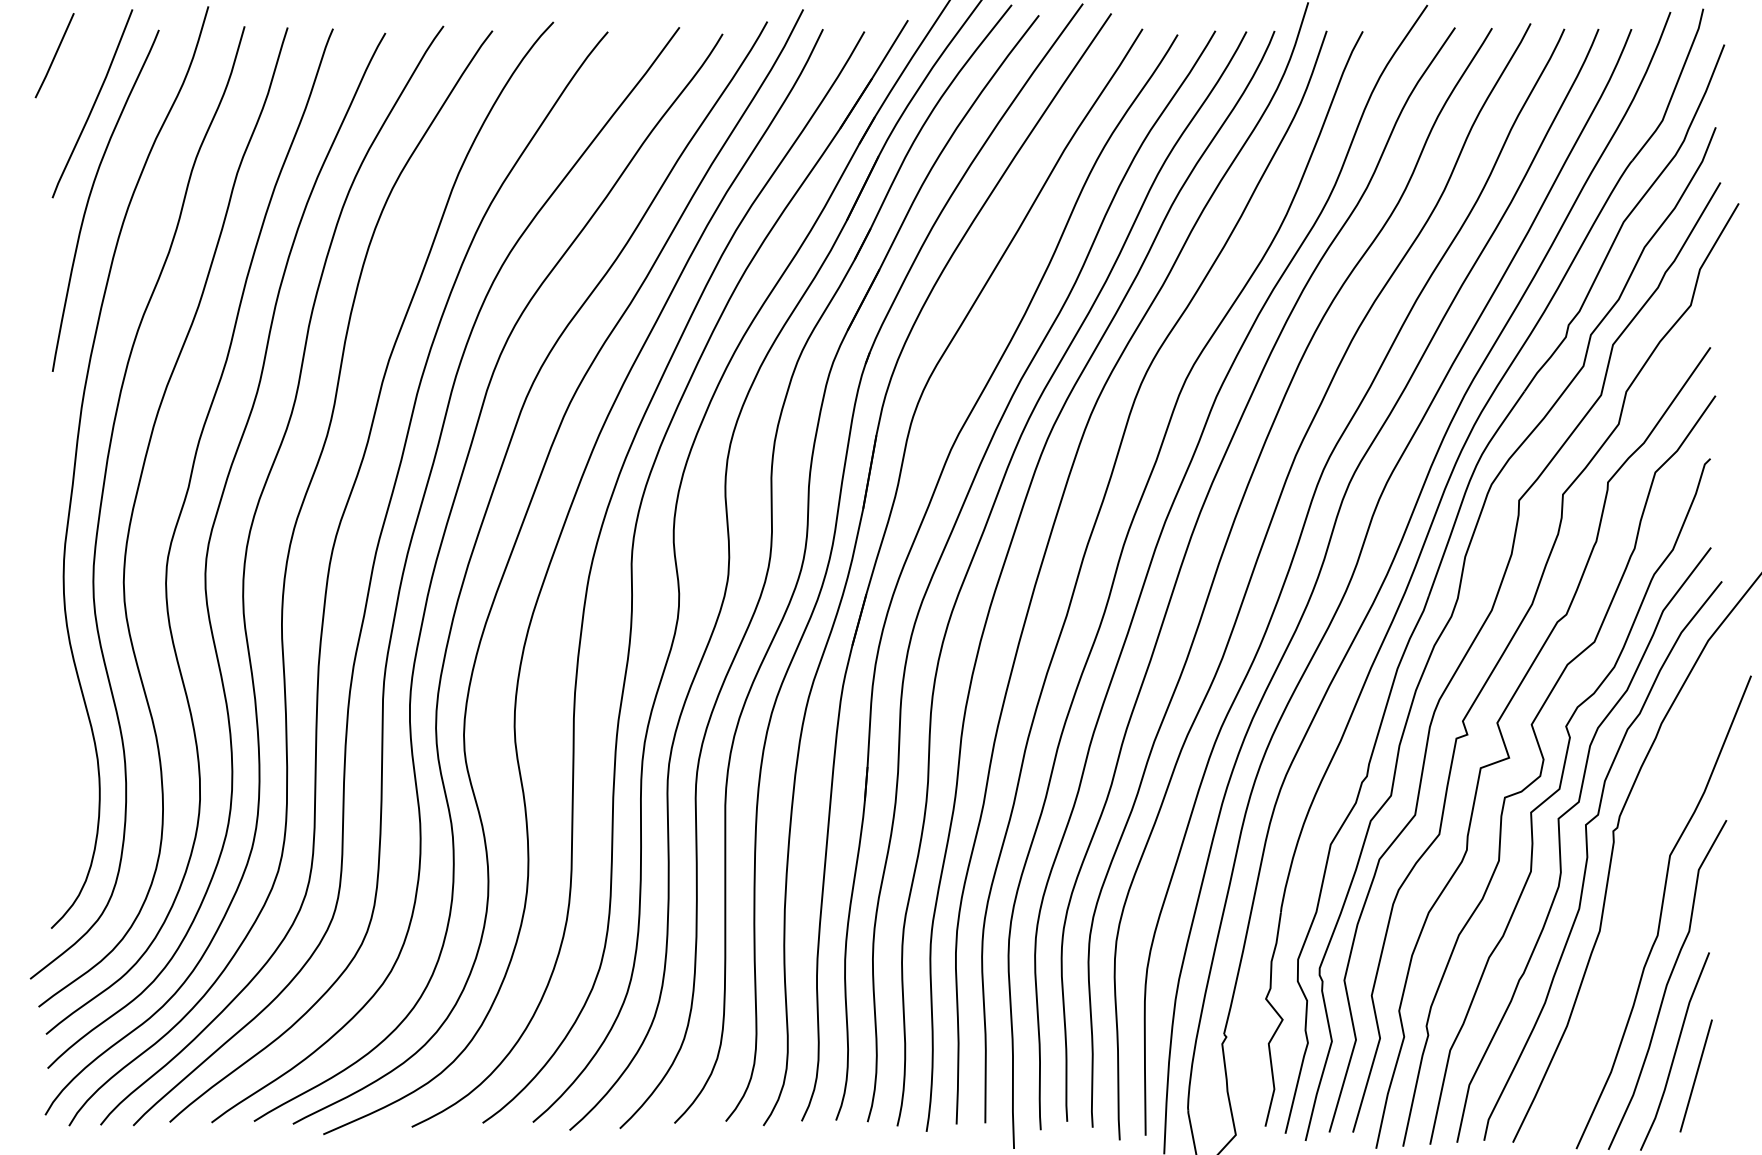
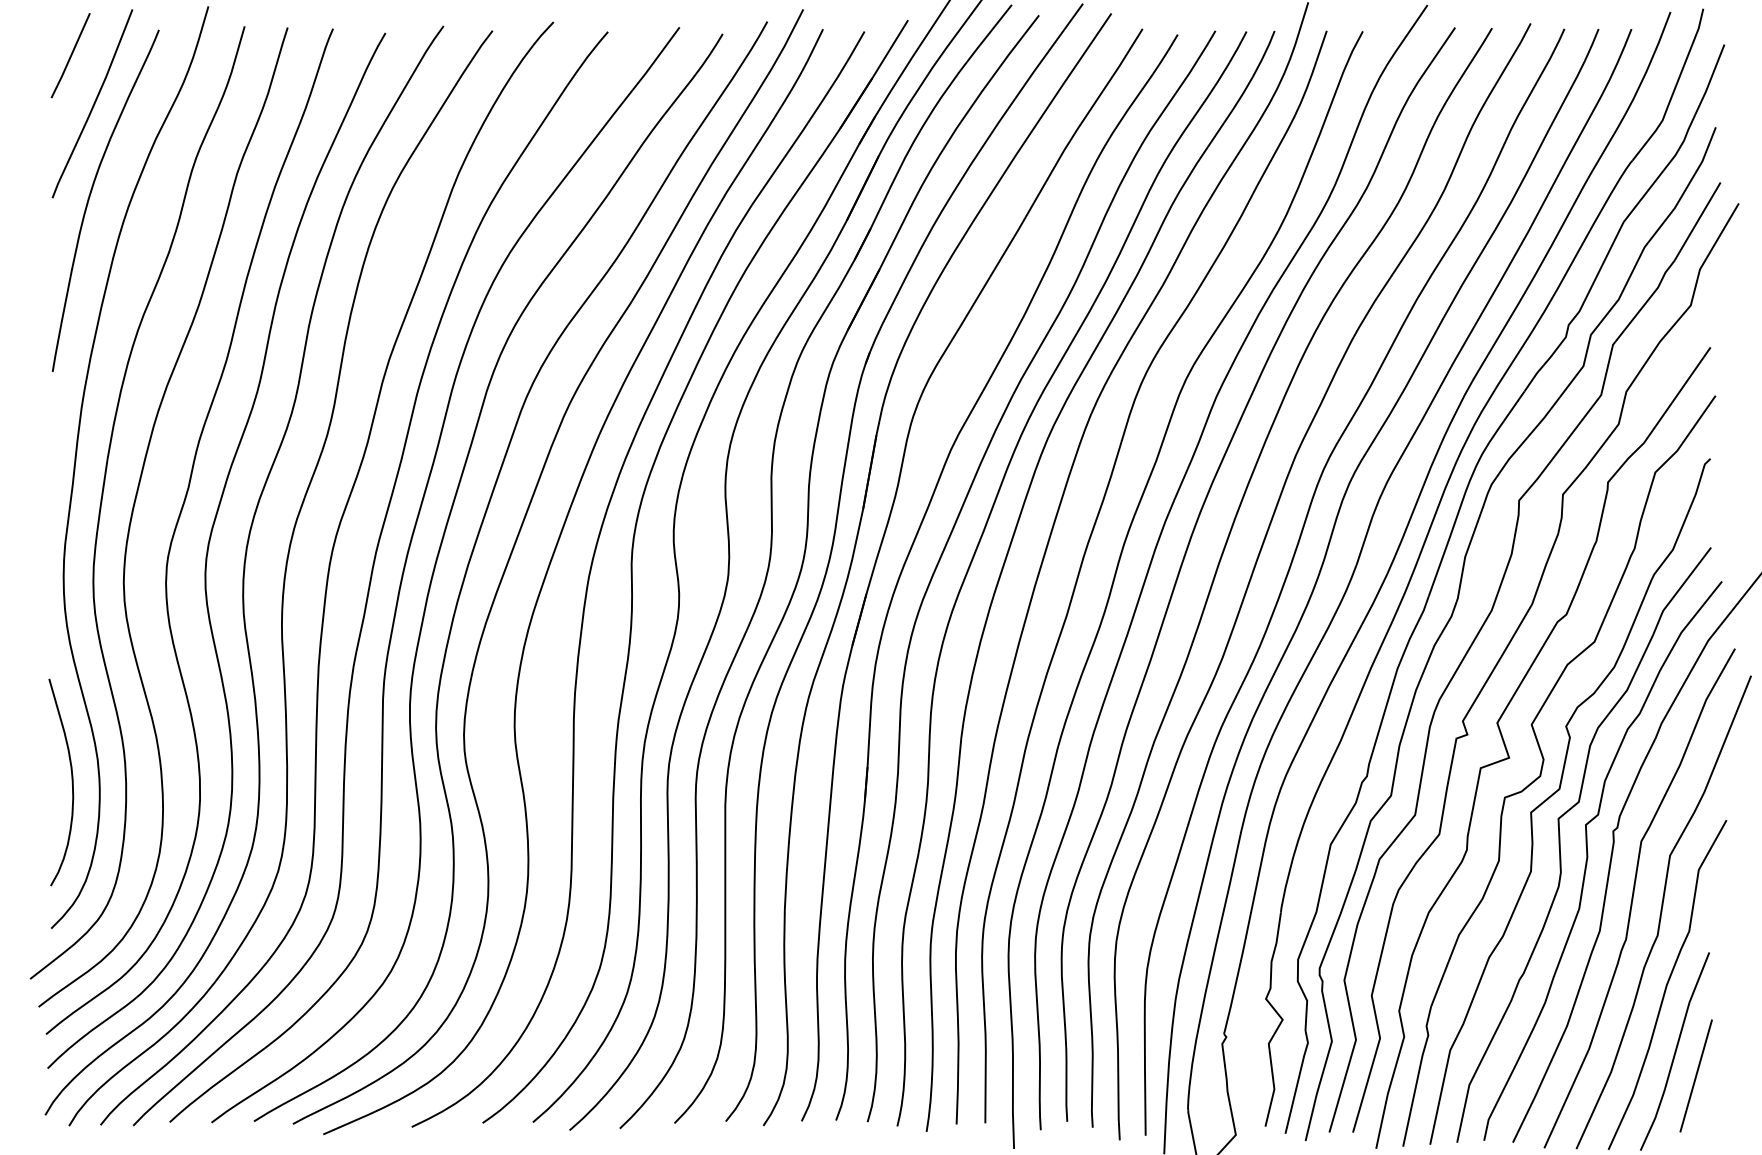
line at (54, 55) position: (54, 55) -> (70, 55)
curve at (71, 782): none -> present
curve at (1633, 898): none -> present
